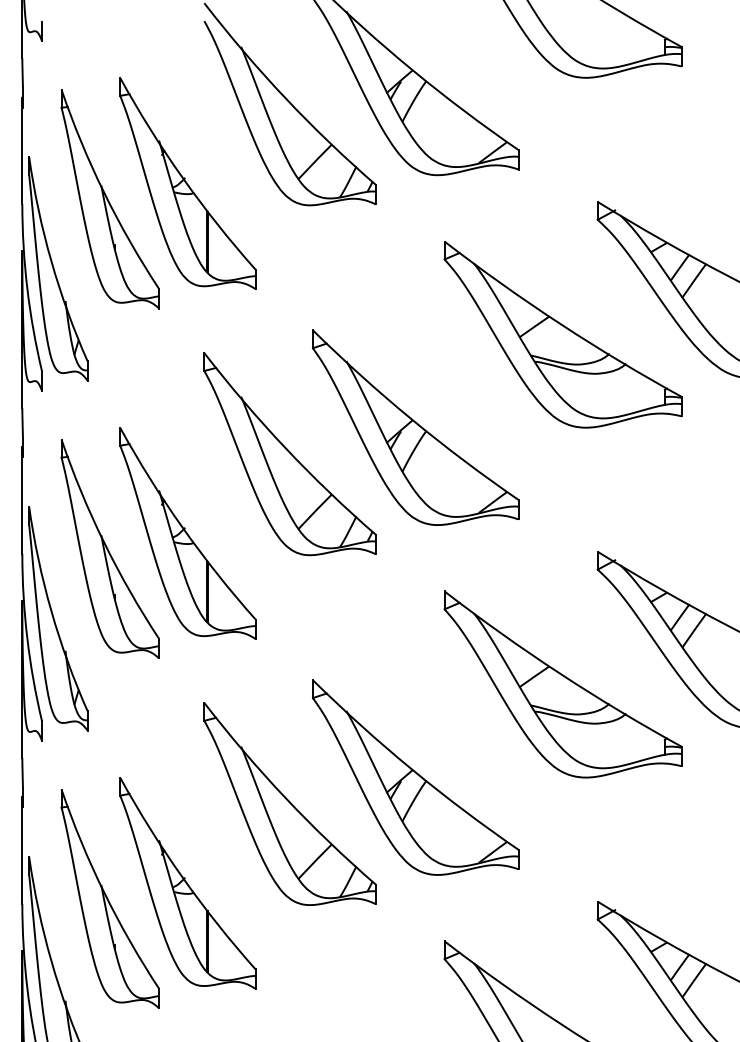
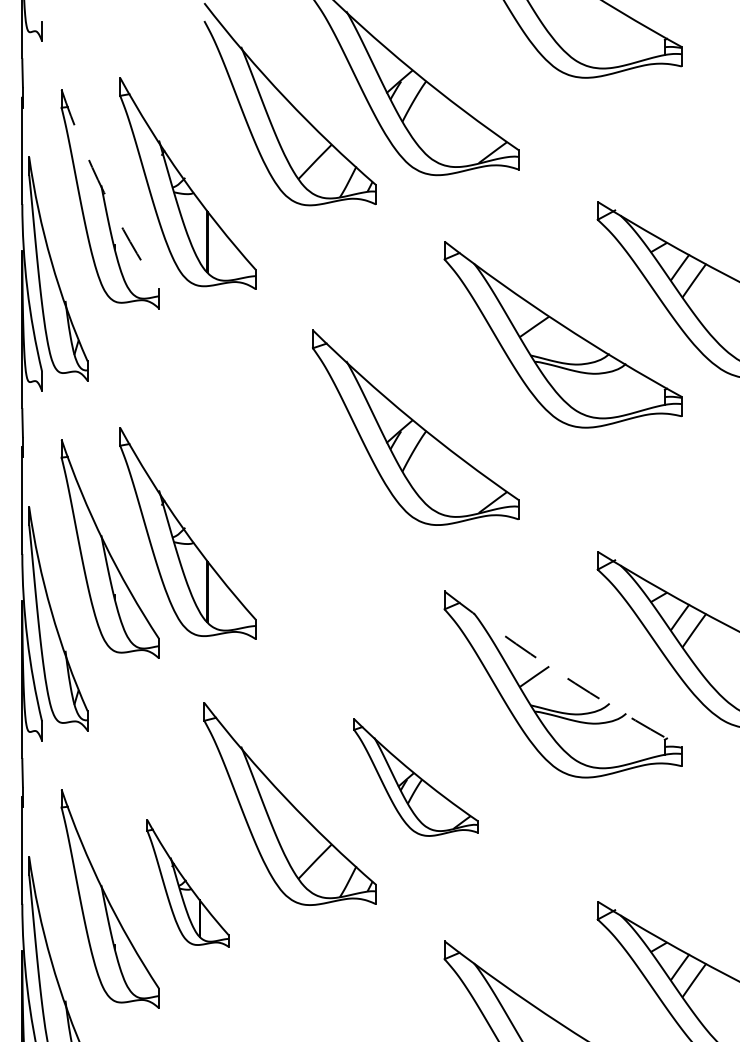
arc at (104, 192): solid -> dashed
part at (289, 454): present -> none
arc at (560, 673): solid -> dashed
part at (415, 777) size: 208x197 px -> 126x119 px
part at (187, 883) size: 138x213 px -> 84x129 px
